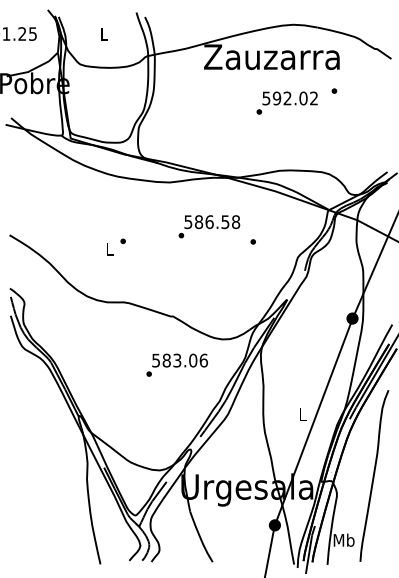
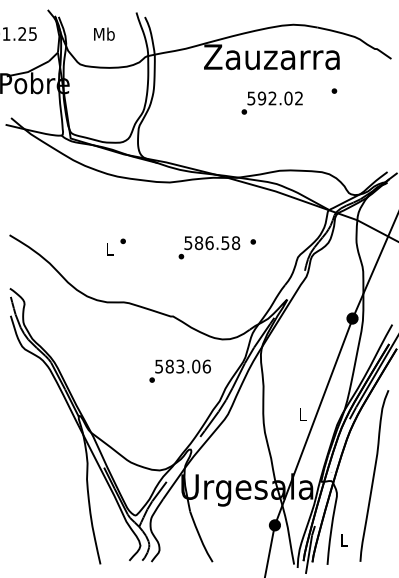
text at (104, 33): L -> Mb
text at (286, 102) position: (286, 102) -> (271, 102)
text at (209, 226) position: (209, 226) -> (209, 247)
text at (176, 364) position: (176, 364) -> (179, 370)
text at (343, 539): Mb -> L
